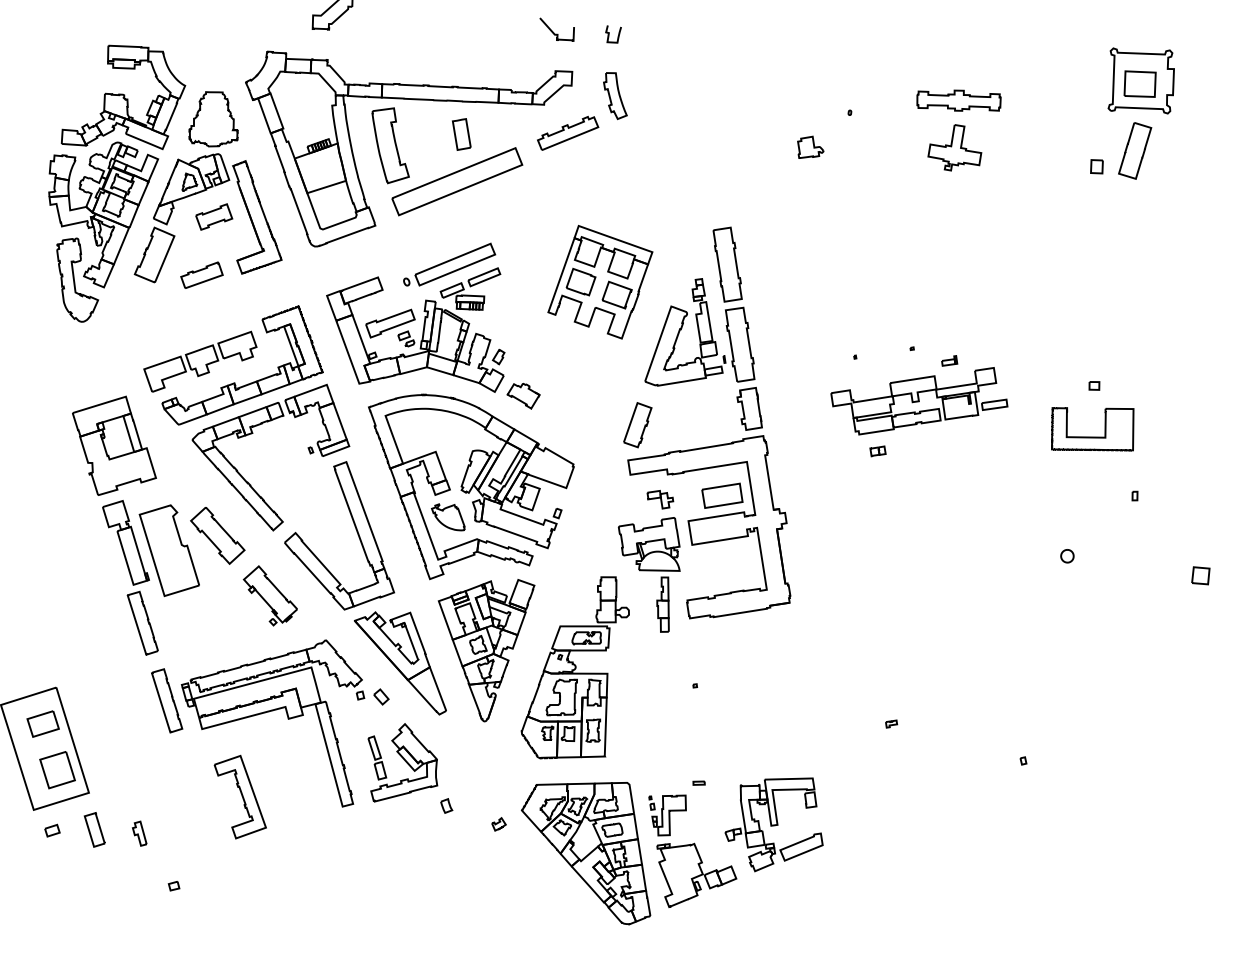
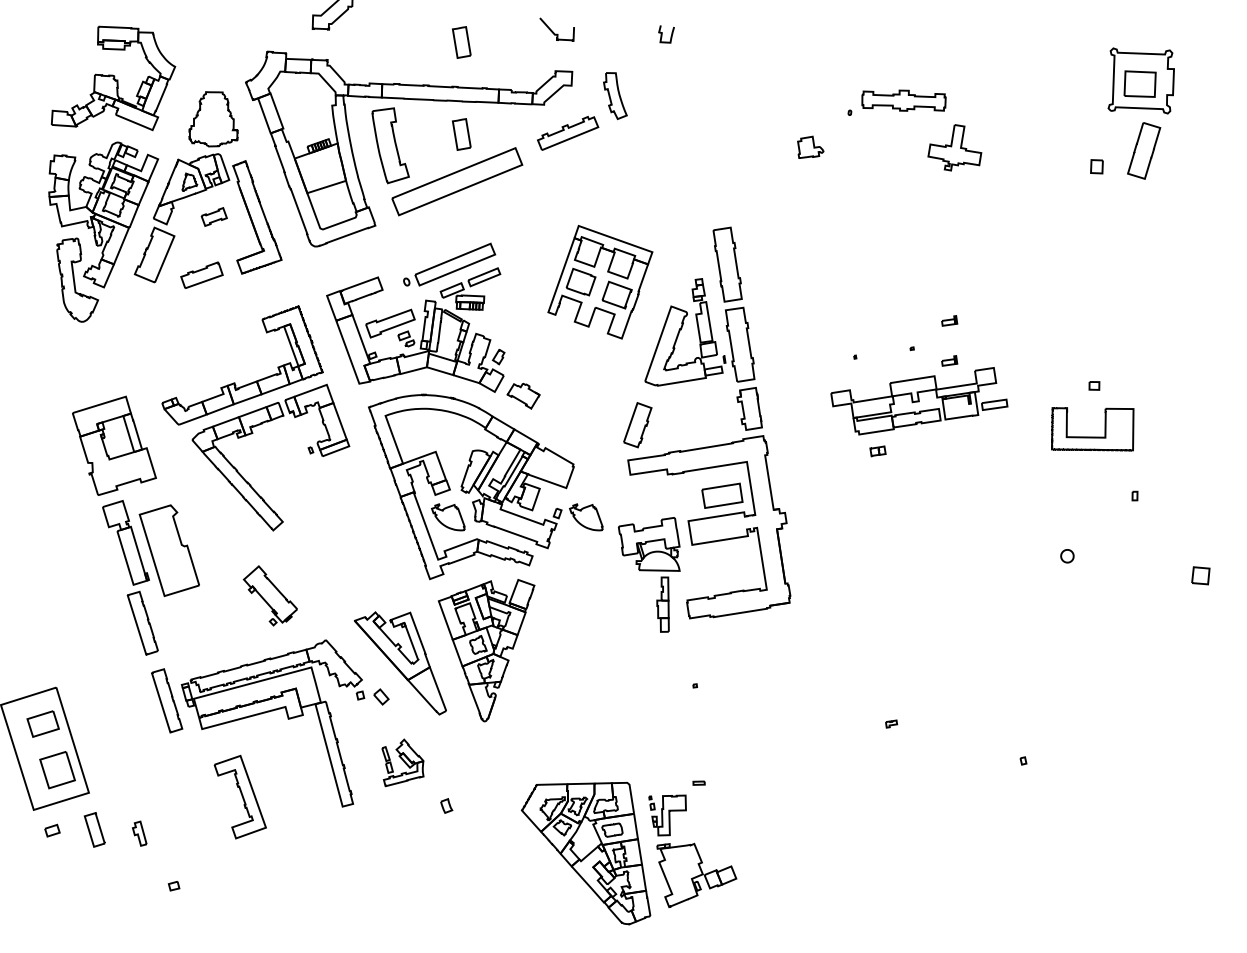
curve at (609, 34) position: (609, 34) -> (662, 34)
part at (461, 42): none -> present
part at (123, 97) position: (123, 97) -> (113, 78)
part at (958, 100) position: (958, 100) -> (903, 100)
part at (1135, 150) position: (1135, 150) -> (1144, 150)
part at (214, 216) size: 39x28 px -> 28x20 px
part at (949, 320): none -> present
part at (200, 361): present -> none
part at (660, 499): present -> none
part at (586, 517): none -> present
part at (355, 529): present -> none
part at (217, 535): present -> none
part at (574, 667): present -> none
part at (402, 762) size: 72x80 px -> 44x50 px
part at (498, 824): present -> none
part at (773, 824): present -> none
